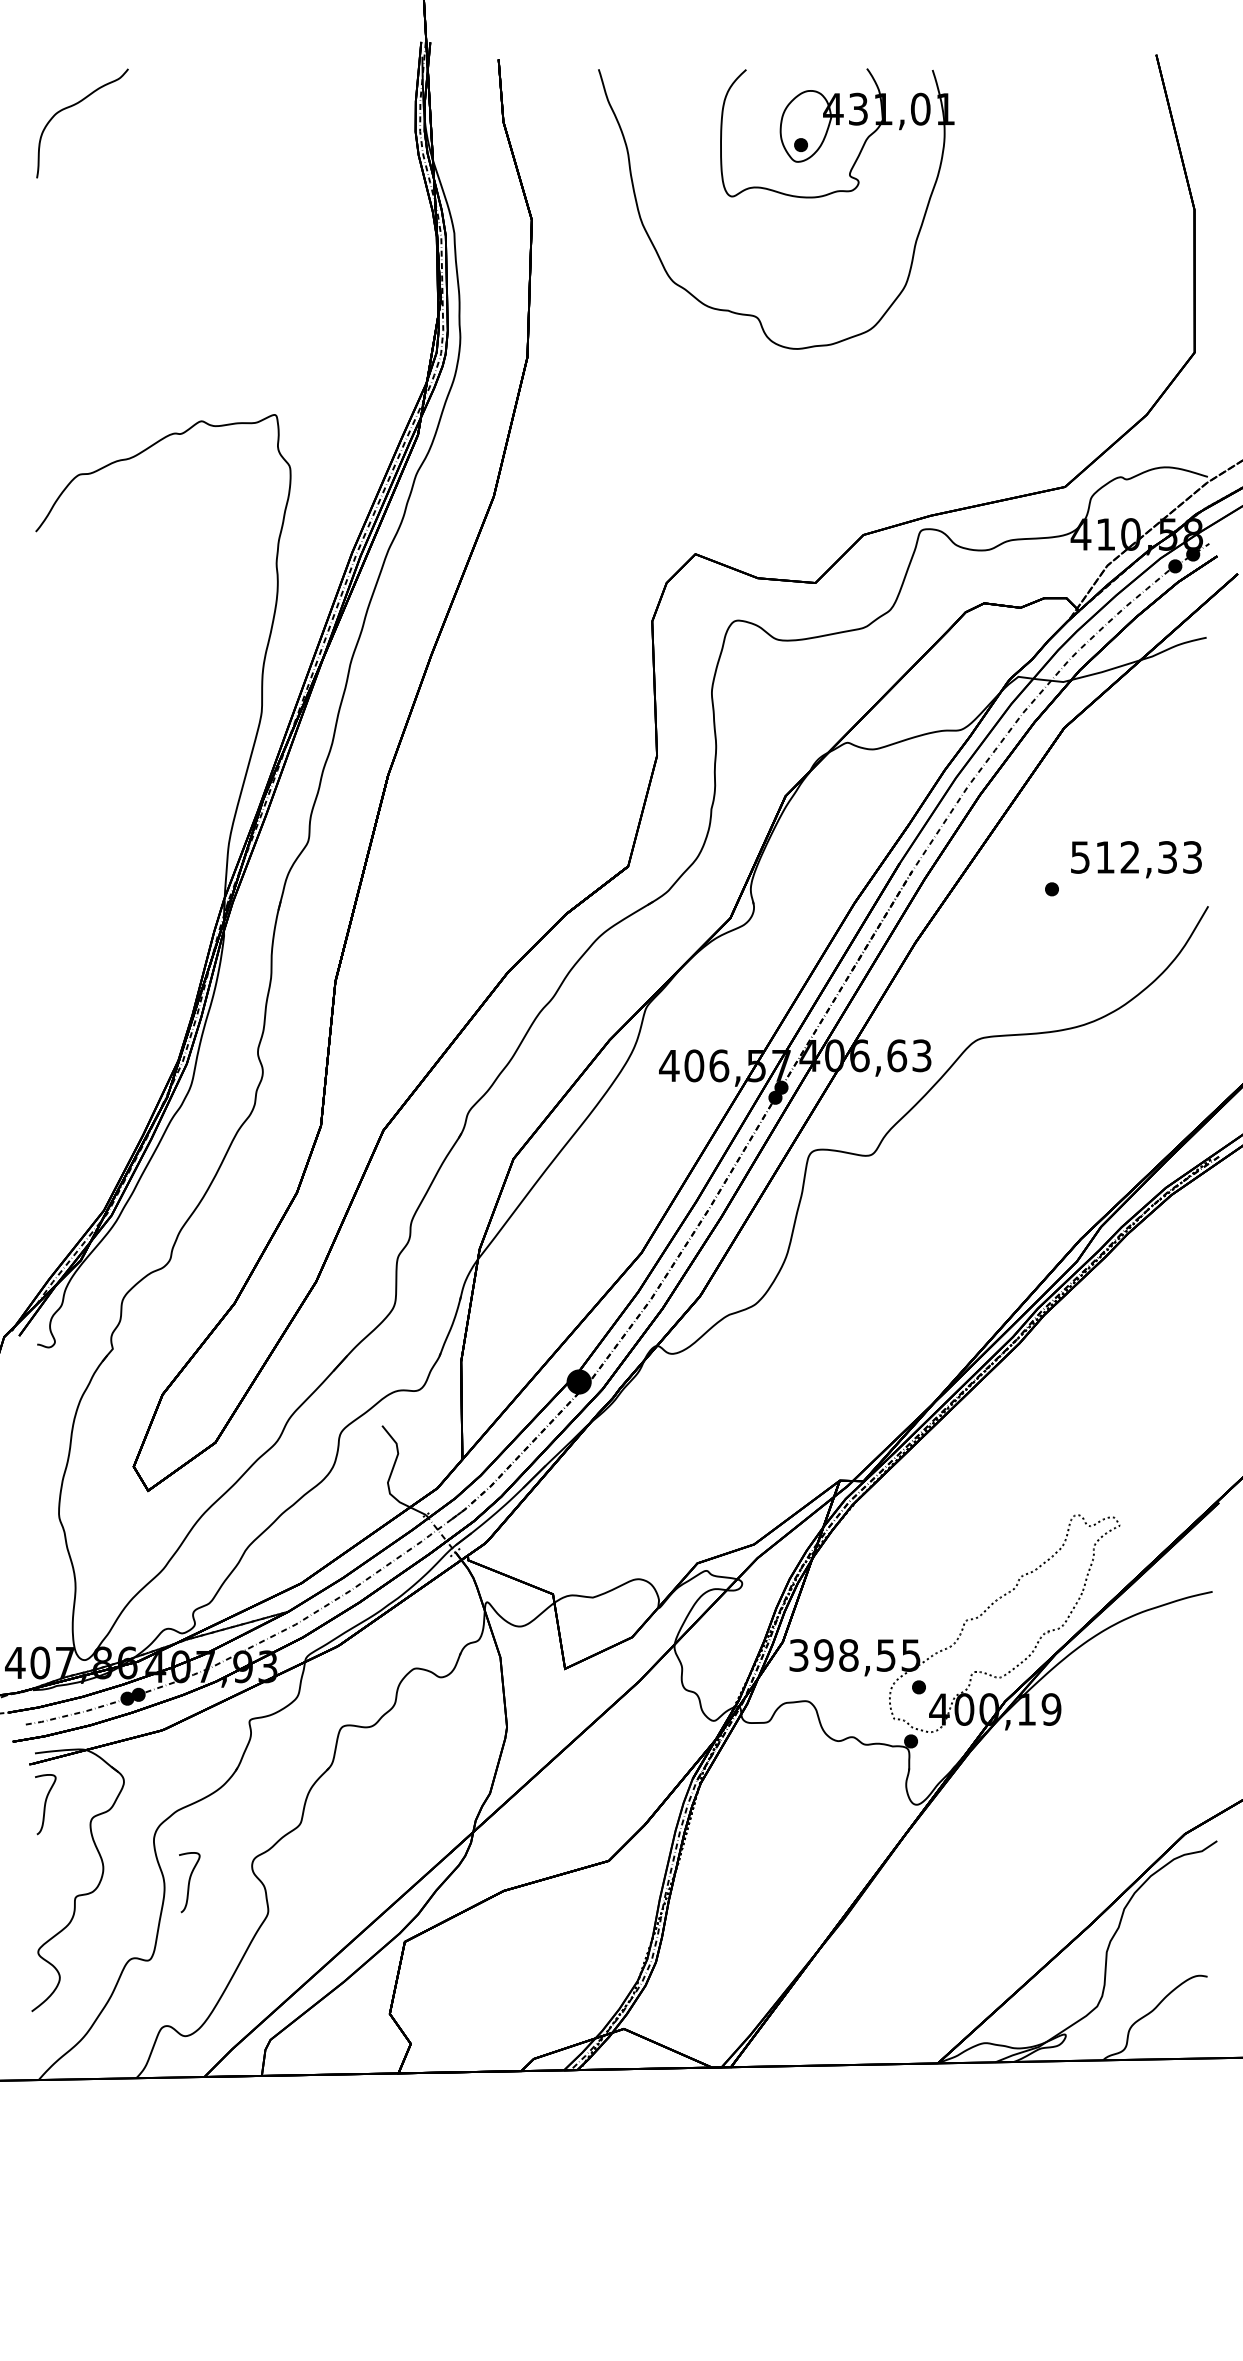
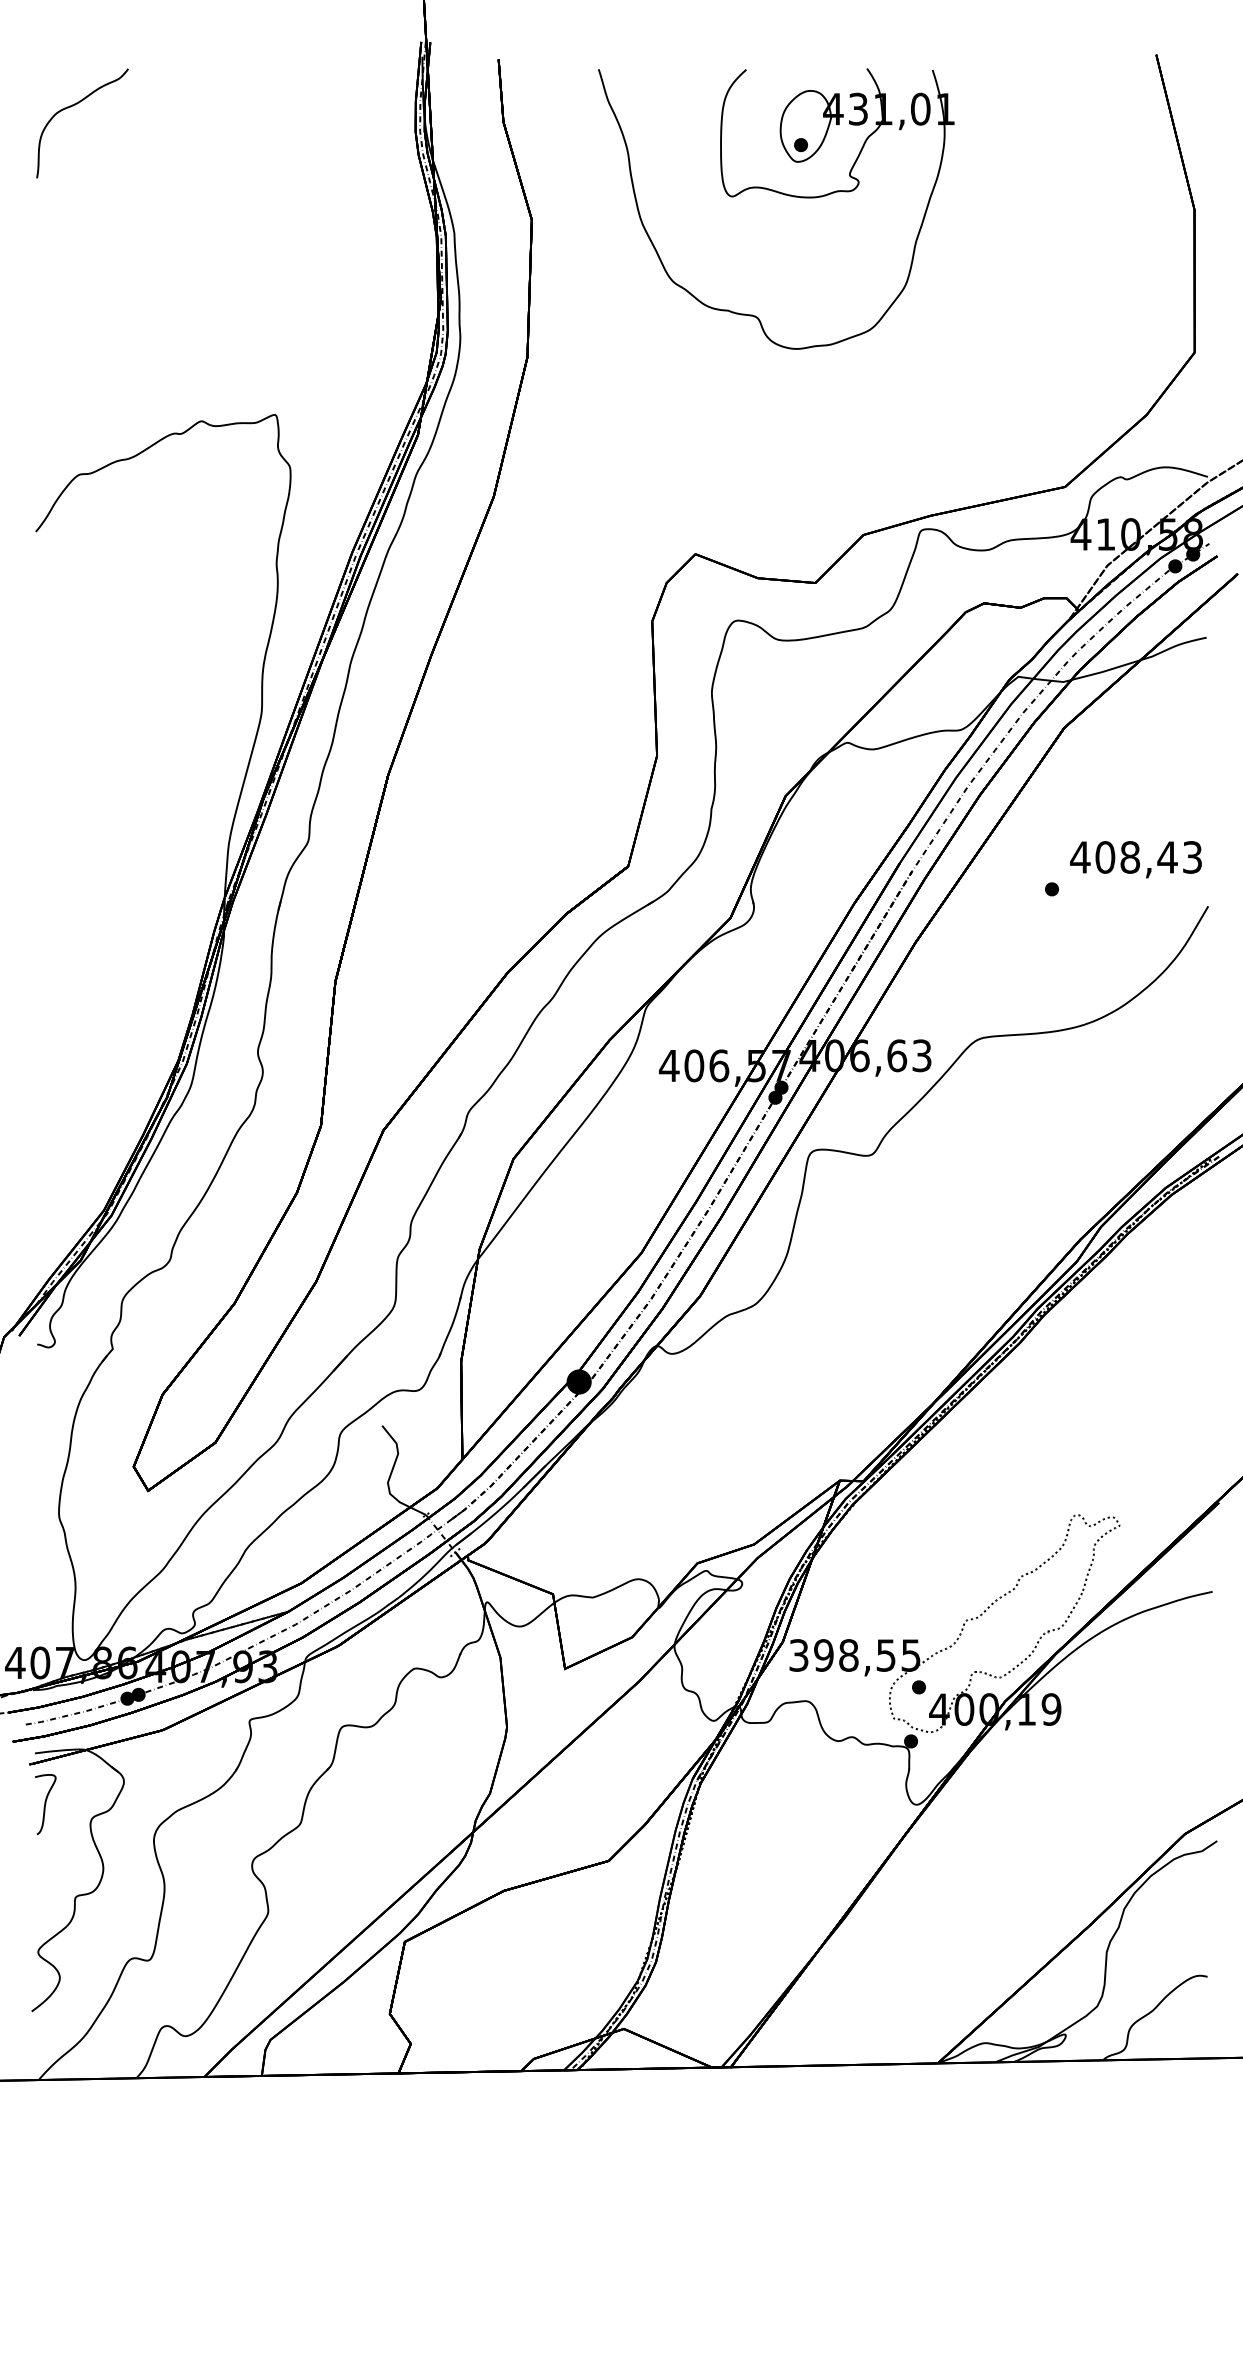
text at (1123, 857): 512,33 -> 408,43
curve at (189, 1882): present -> none
